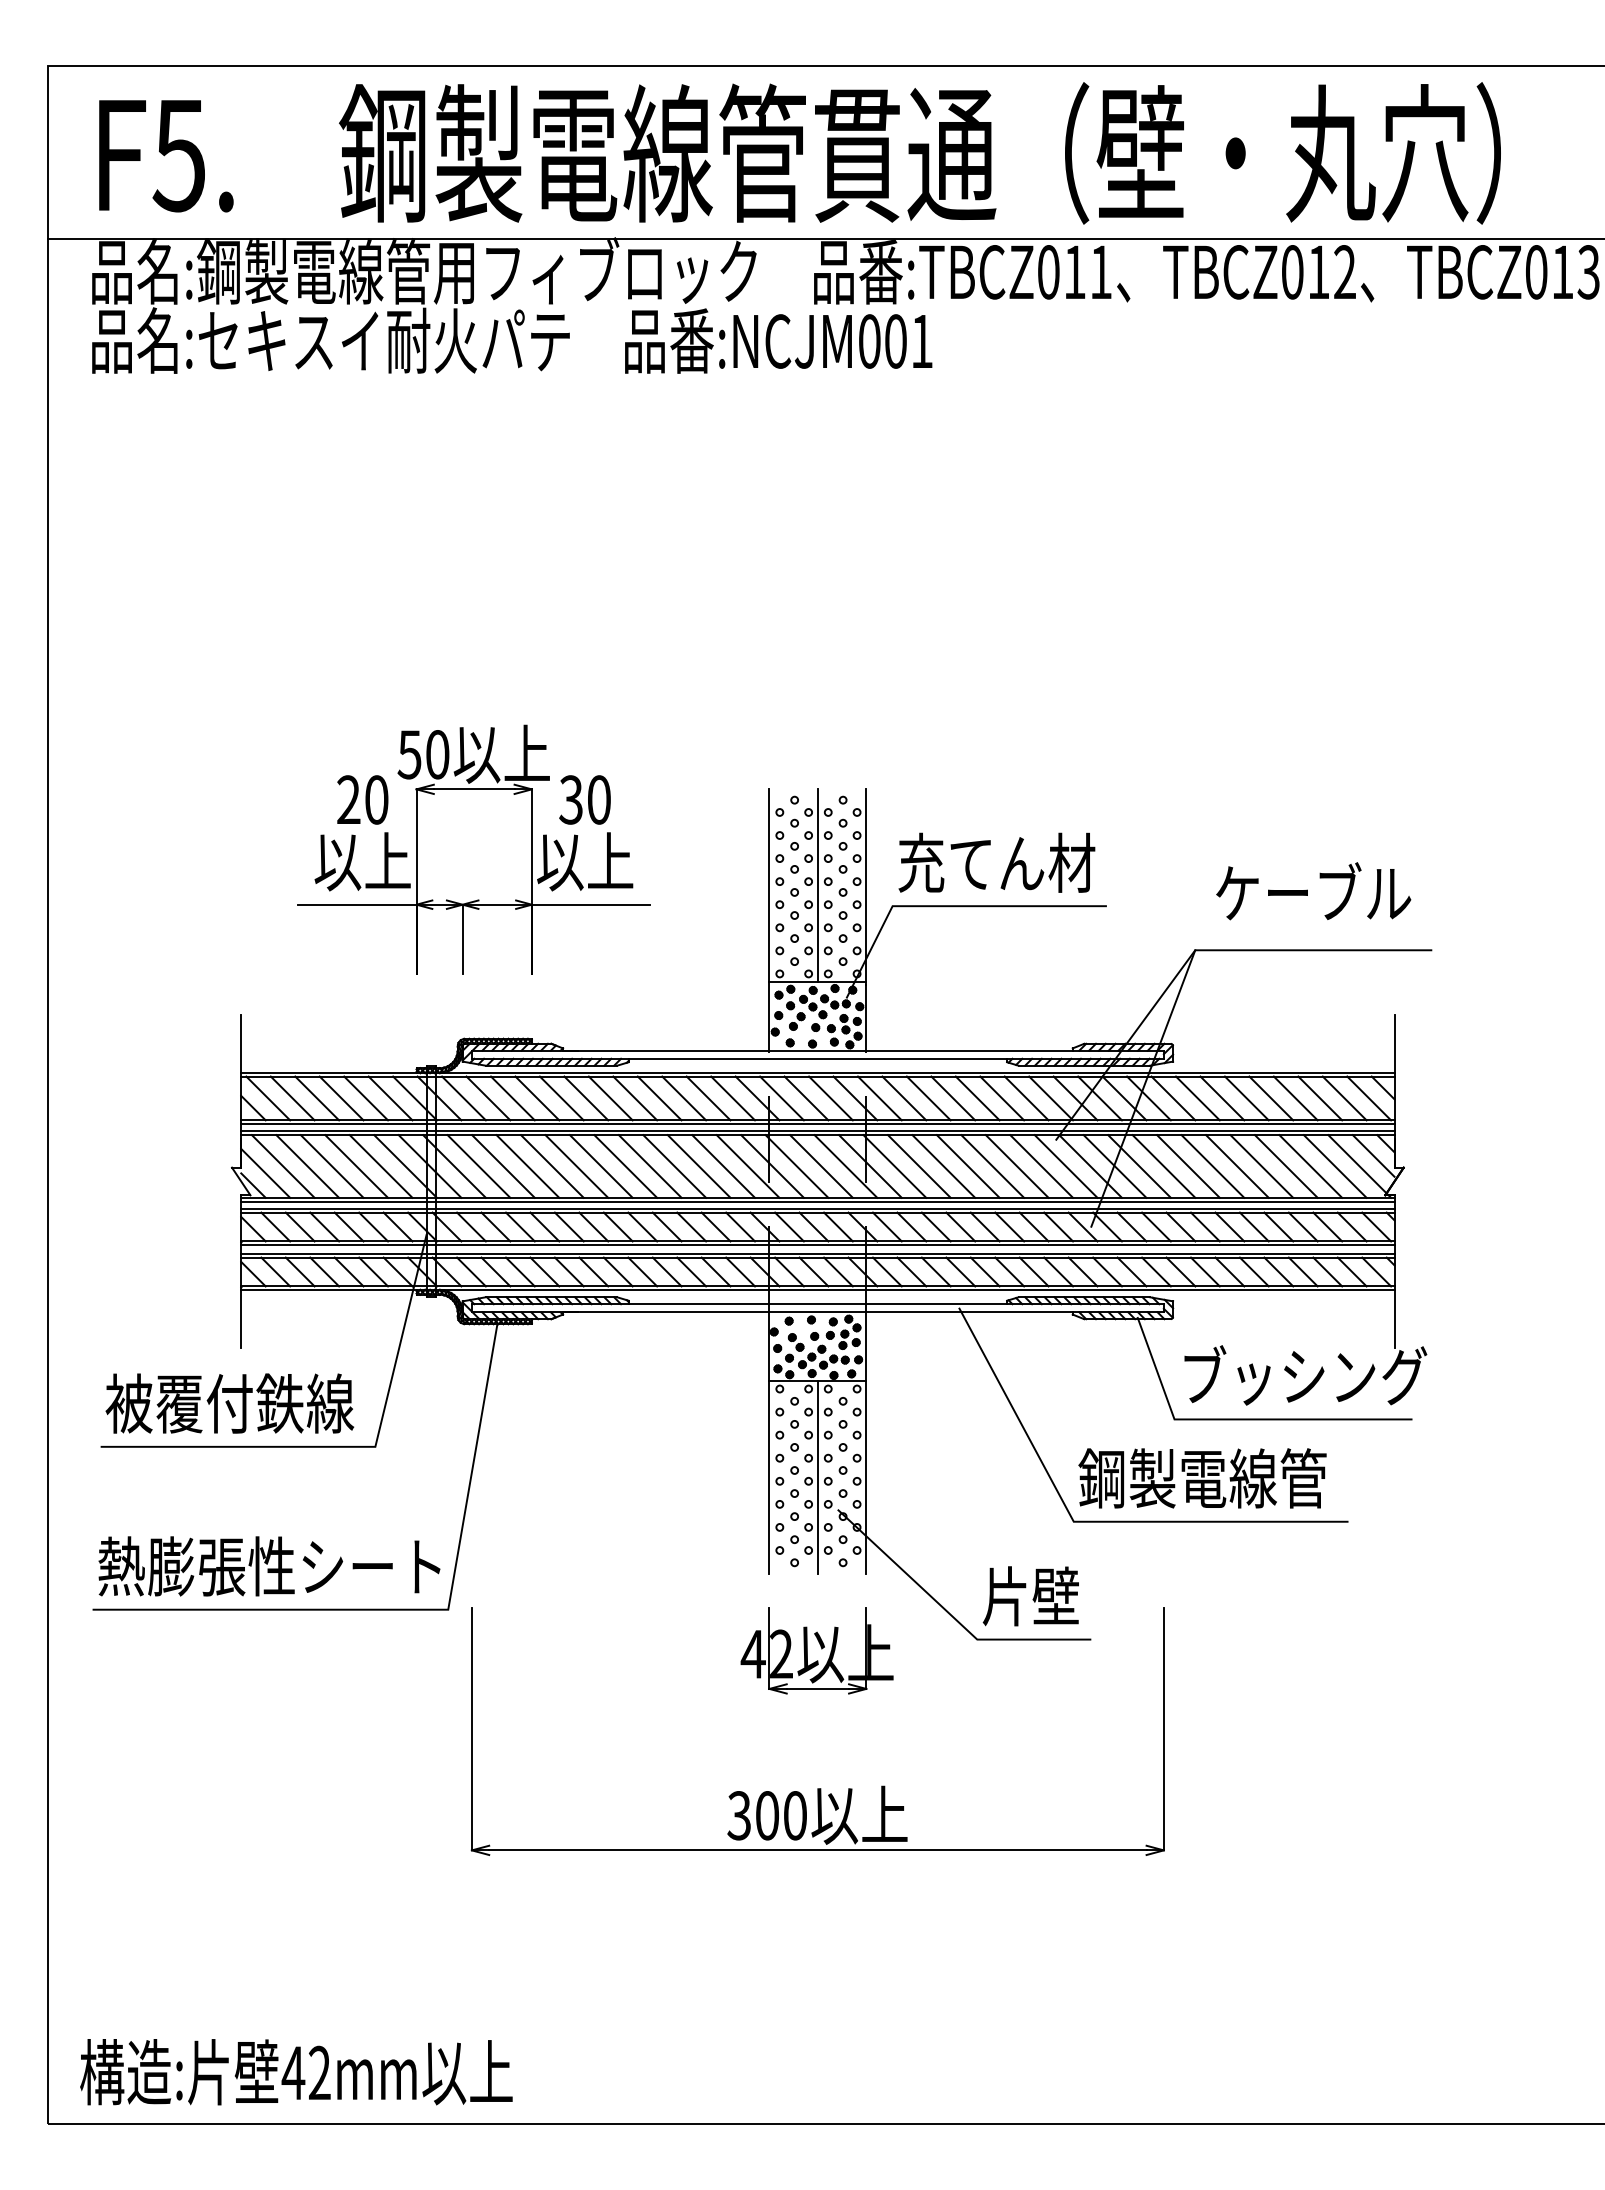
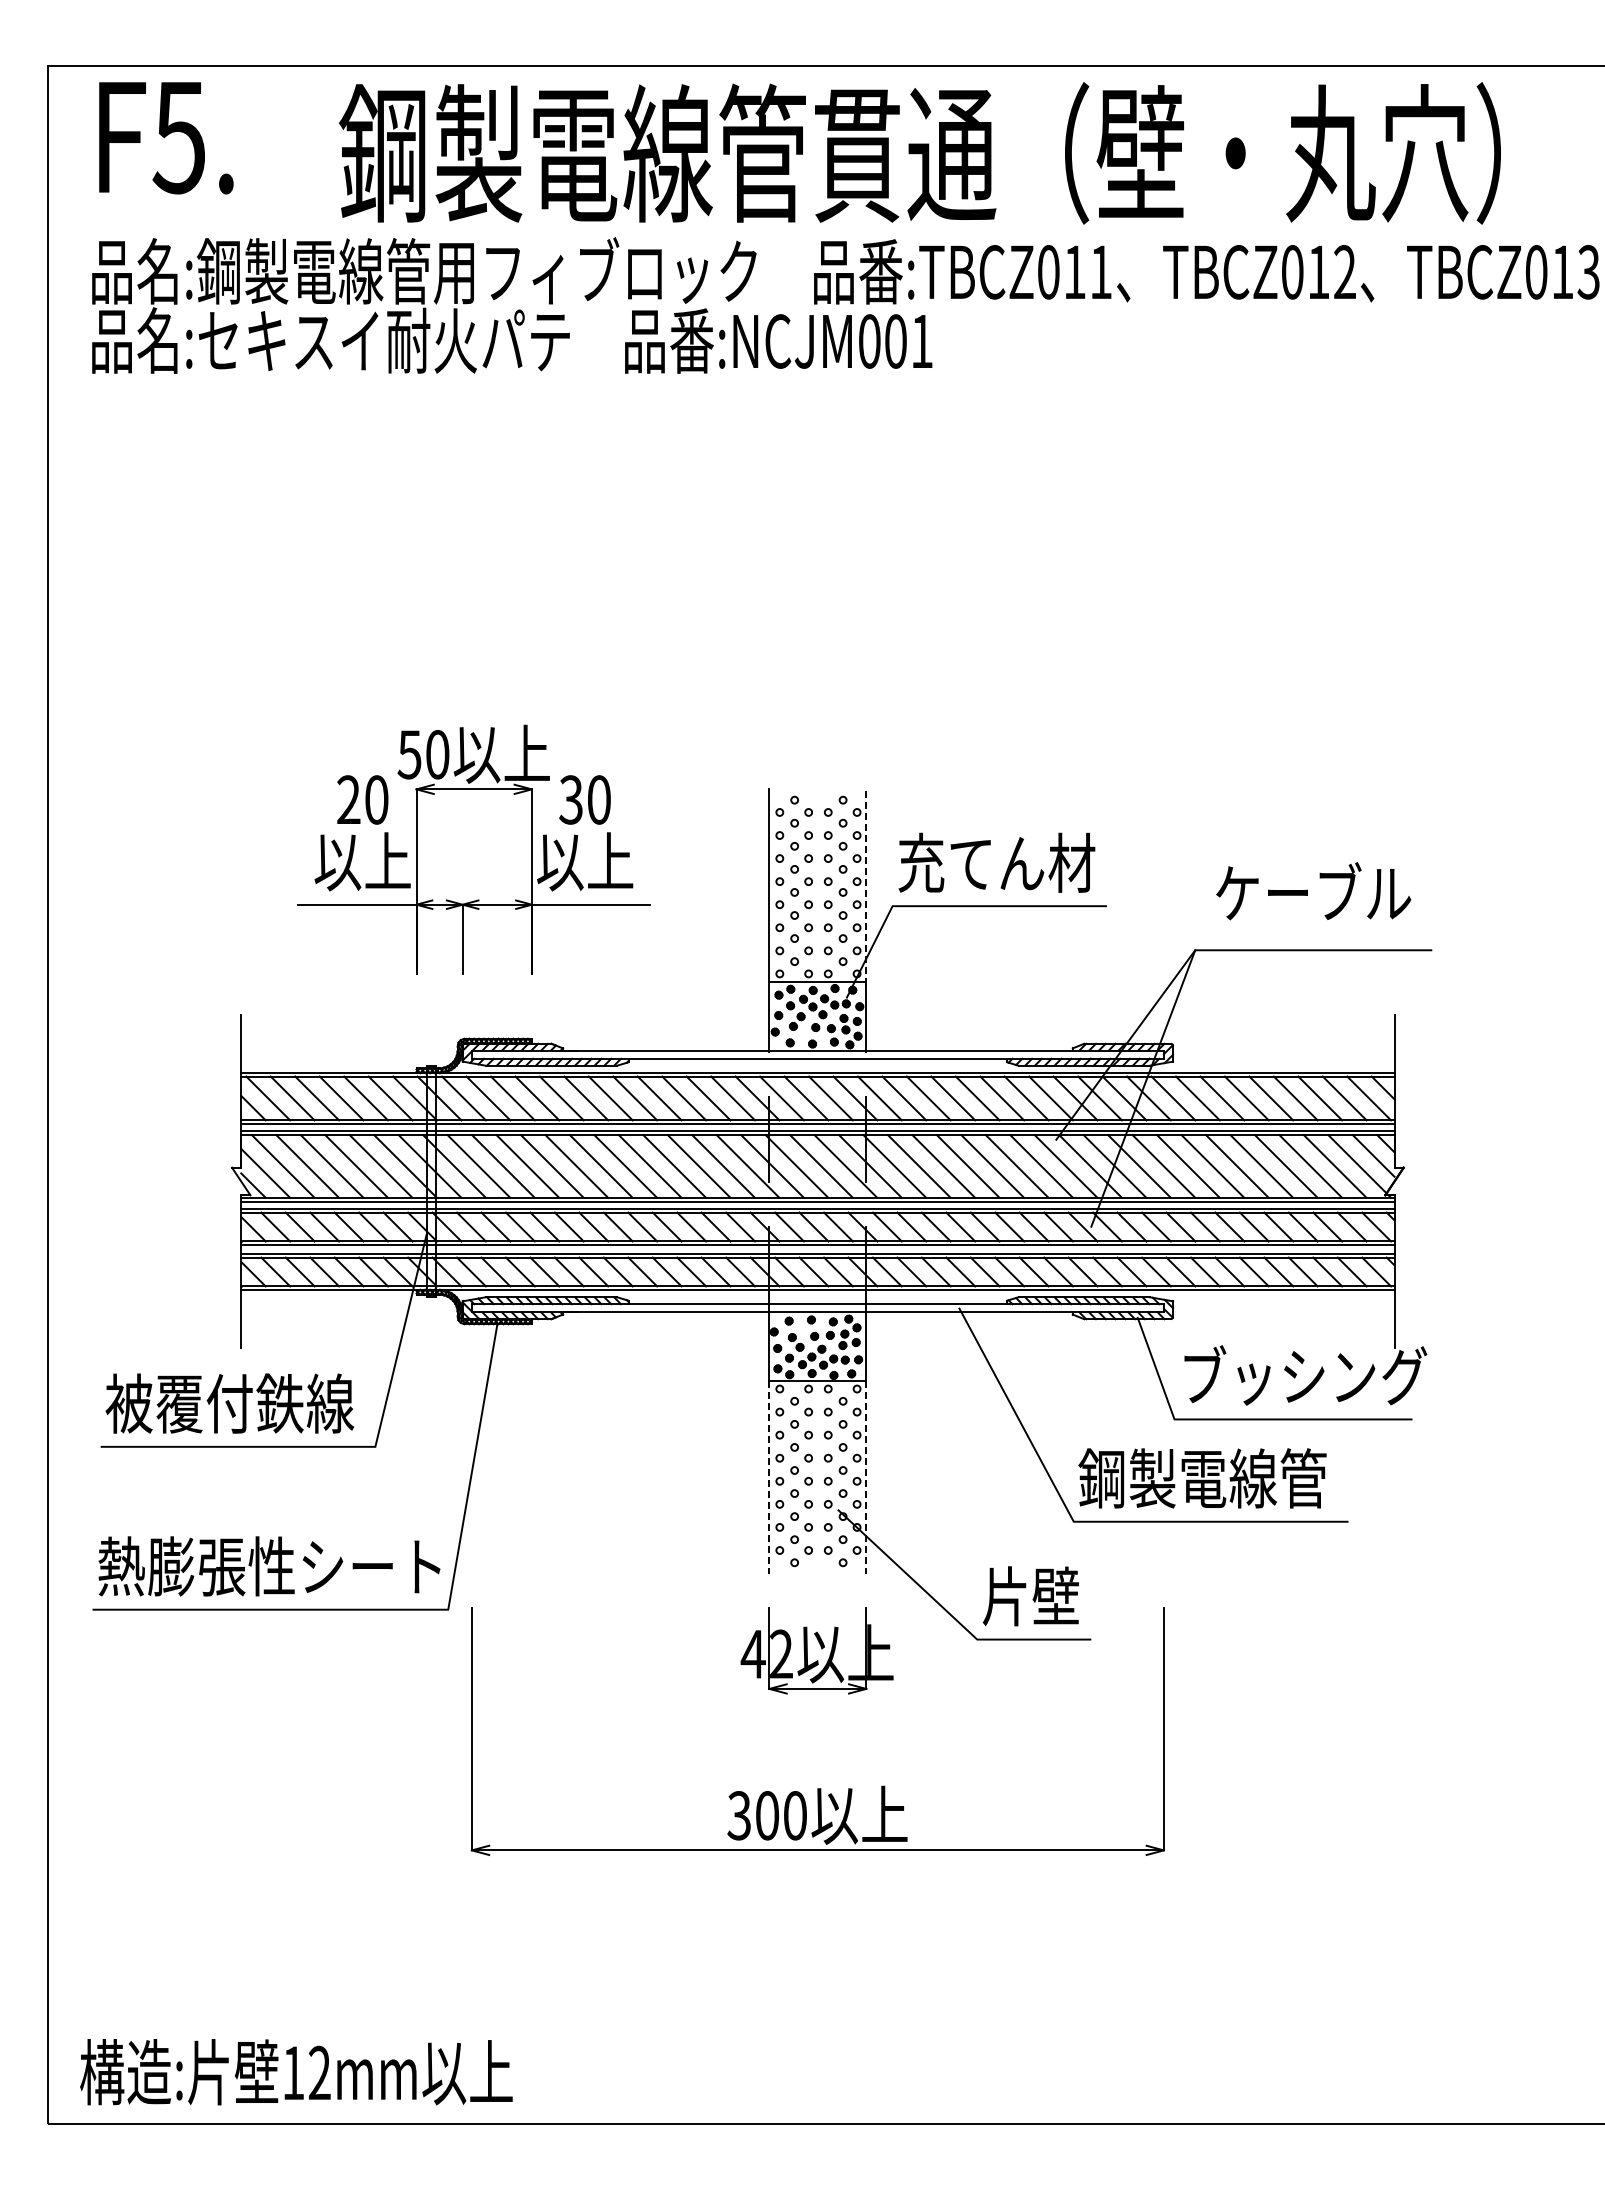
text at (166, 156) position: (166, 156) -> (166, 138)
line at (824, 238): present -> none
line at (817, 885): present -> none
line at (866, 887): solid -> dashed
line at (817, 1477): present -> none
line at (769, 1478): solid -> dashed
line at (866, 1478): solid -> dashed
text at (293, 2072): 42mm -> 12mm
